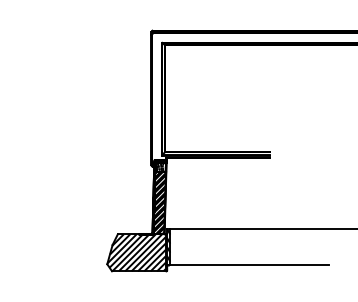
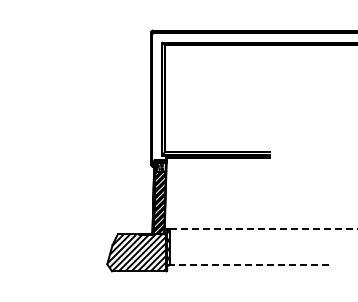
line at (264, 228): solid -> dashed
line at (249, 265): solid -> dashed
